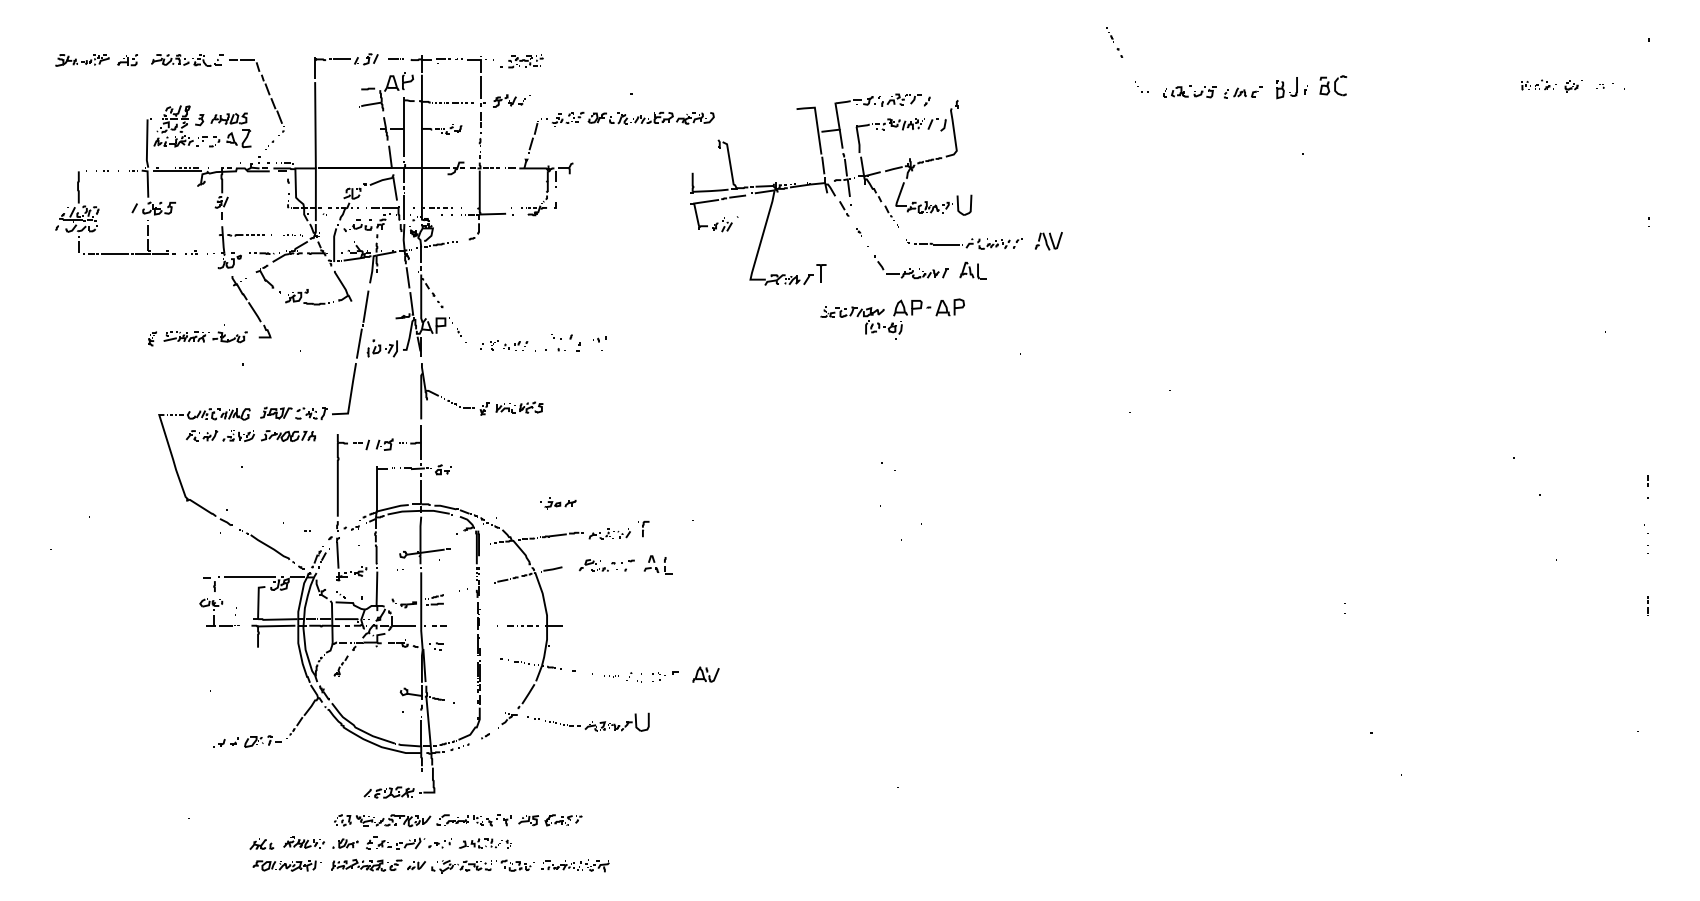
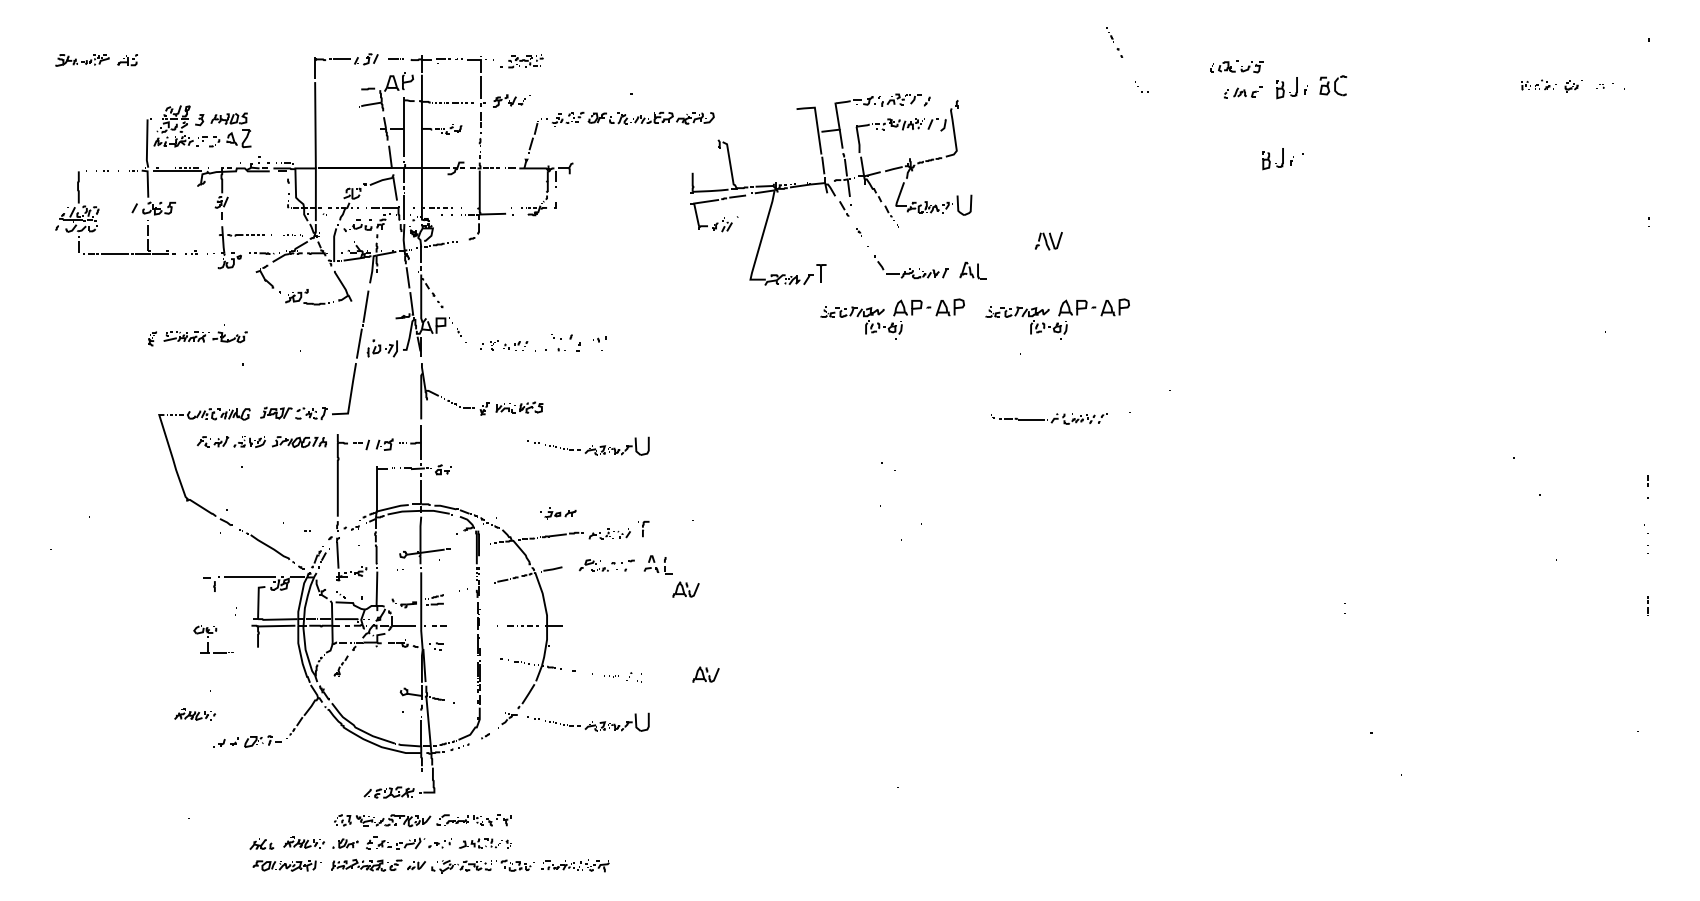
part at (211, 66): present -> none
part at (1189, 91) position: (1189, 91) -> (1236, 66)
part at (1277, 159): none -> present
part at (964, 243) position: (964, 243) -> (1049, 418)
part at (251, 307): present -> none
part at (1057, 318): none -> present
part at (250, 436) position: (250, 436) -> (261, 442)
part at (588, 445): none -> present
part at (558, 503) position: (558, 503) -> (558, 513)
part at (685, 589): none -> present
part at (219, 612) position: (219, 612) -> (213, 639)
part at (665, 676): present -> none
part at (194, 714): none -> present
part at (550, 820): present -> none
